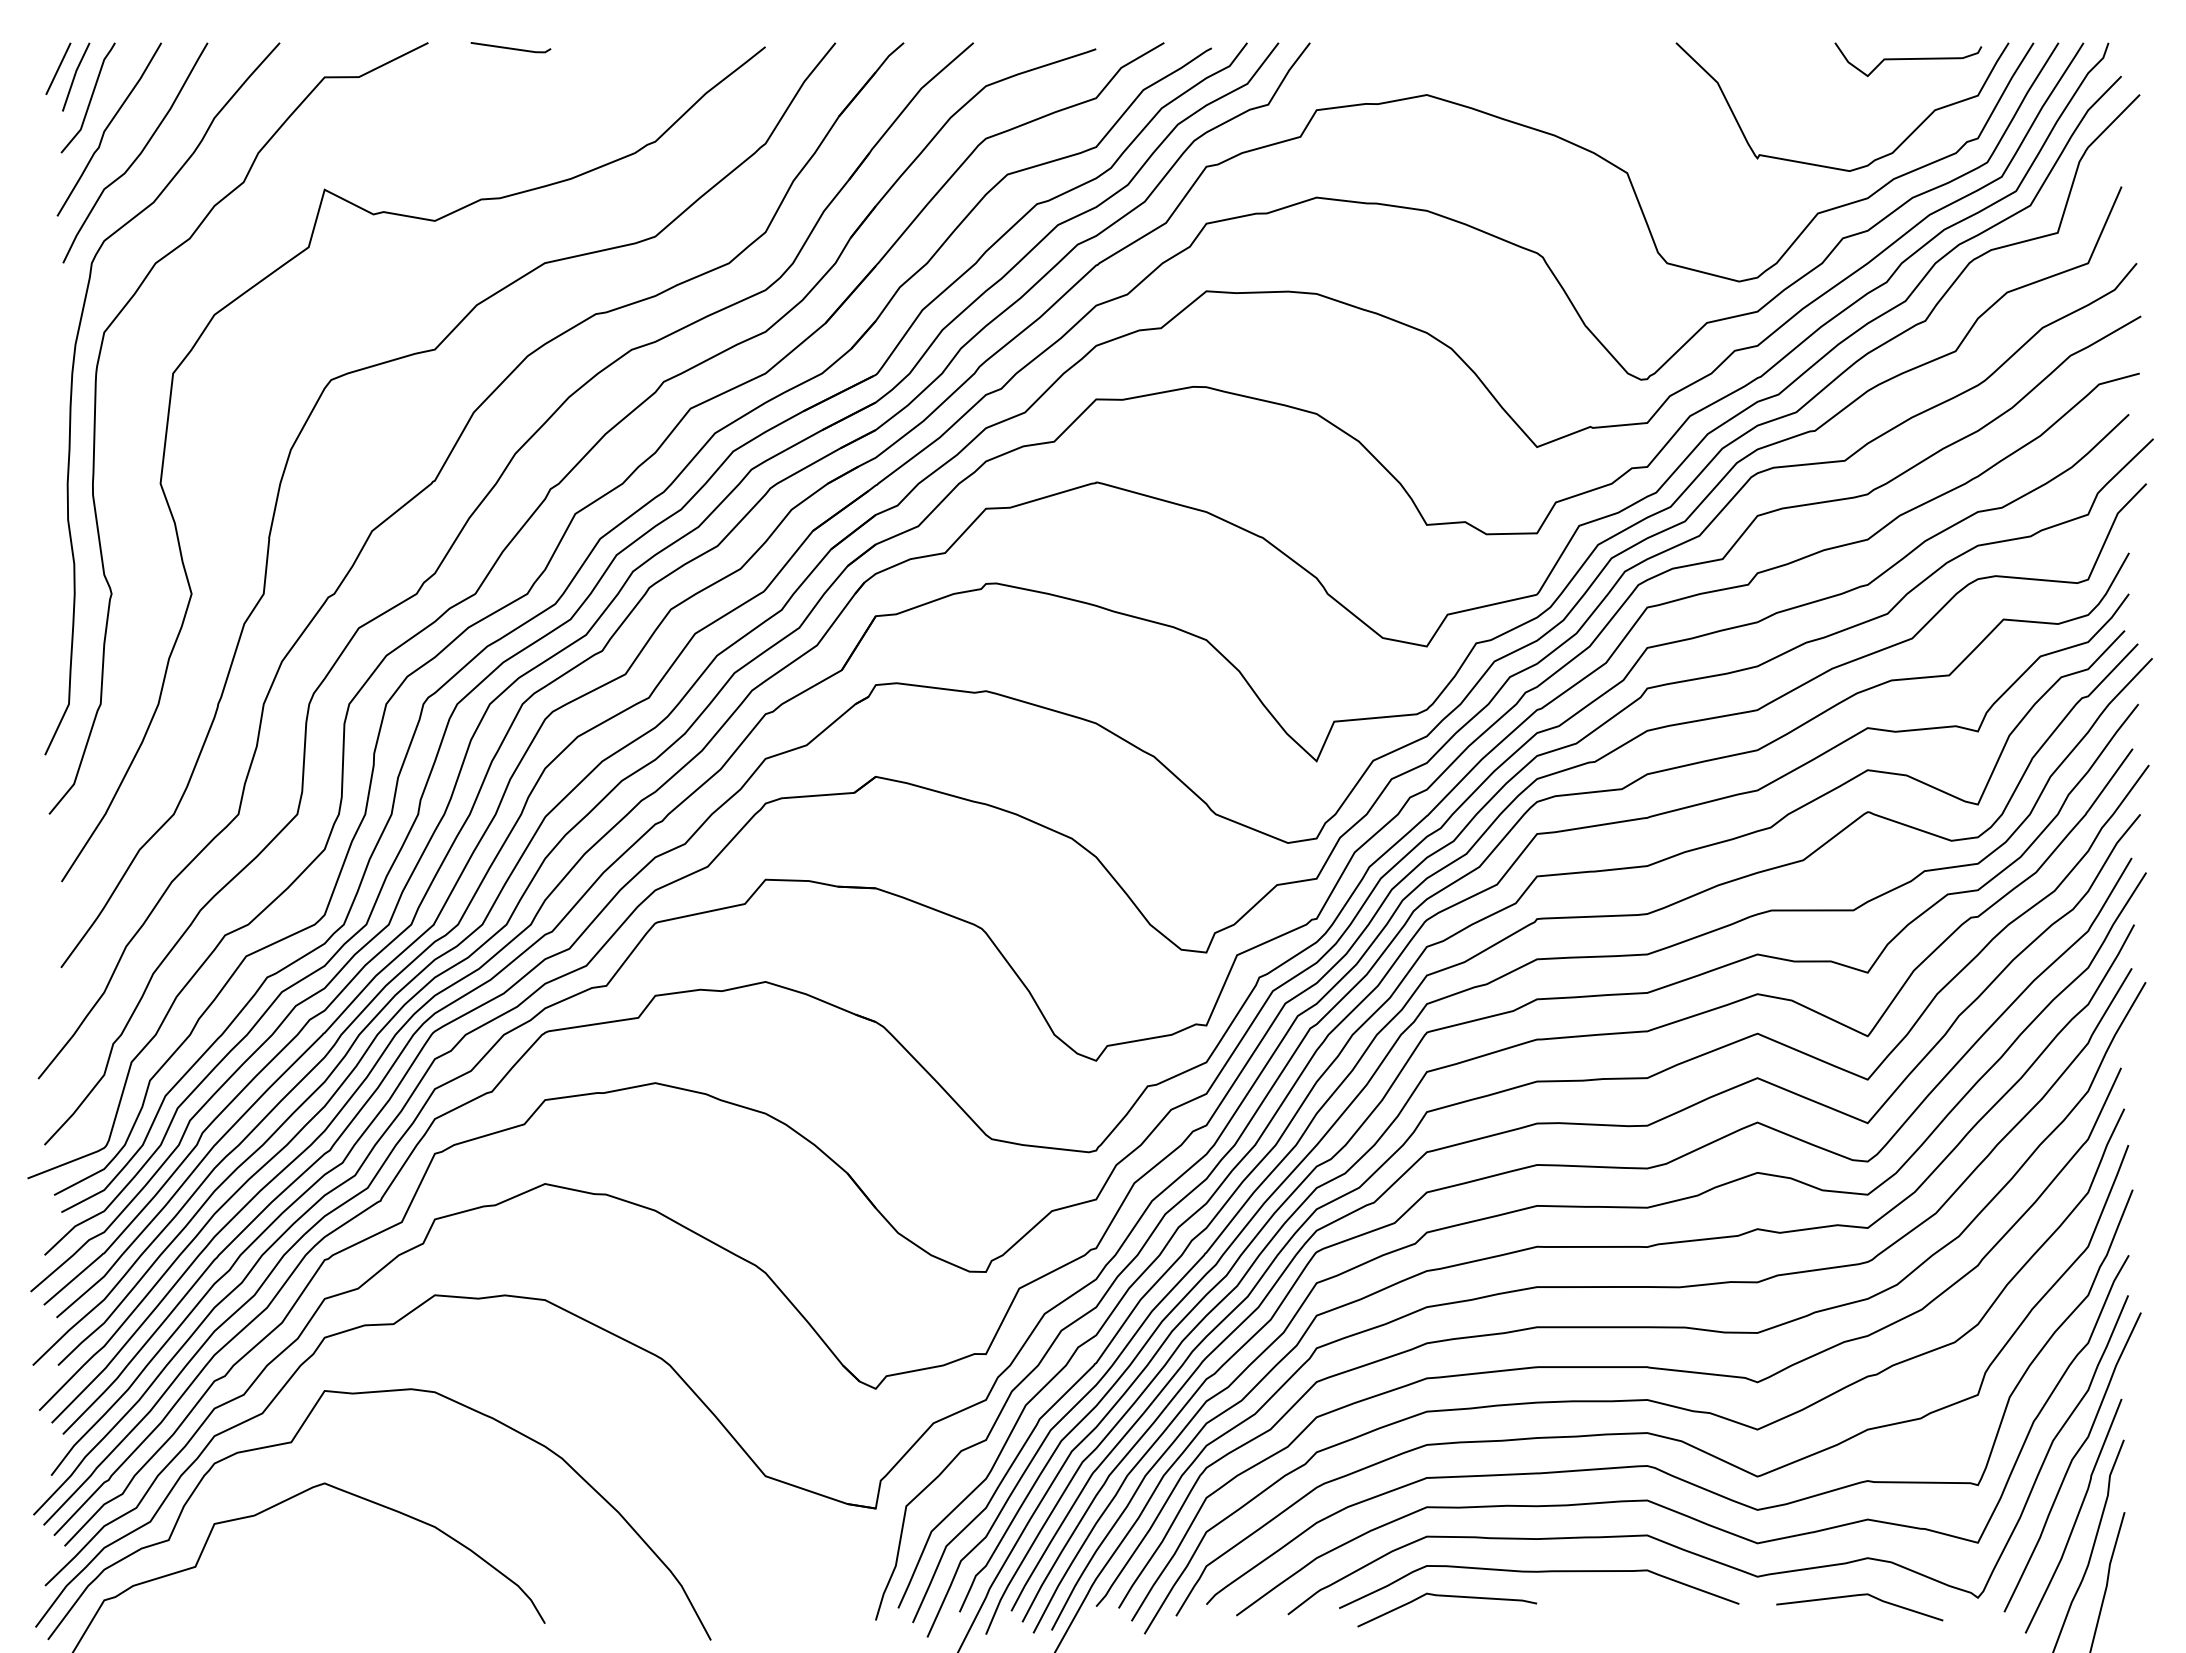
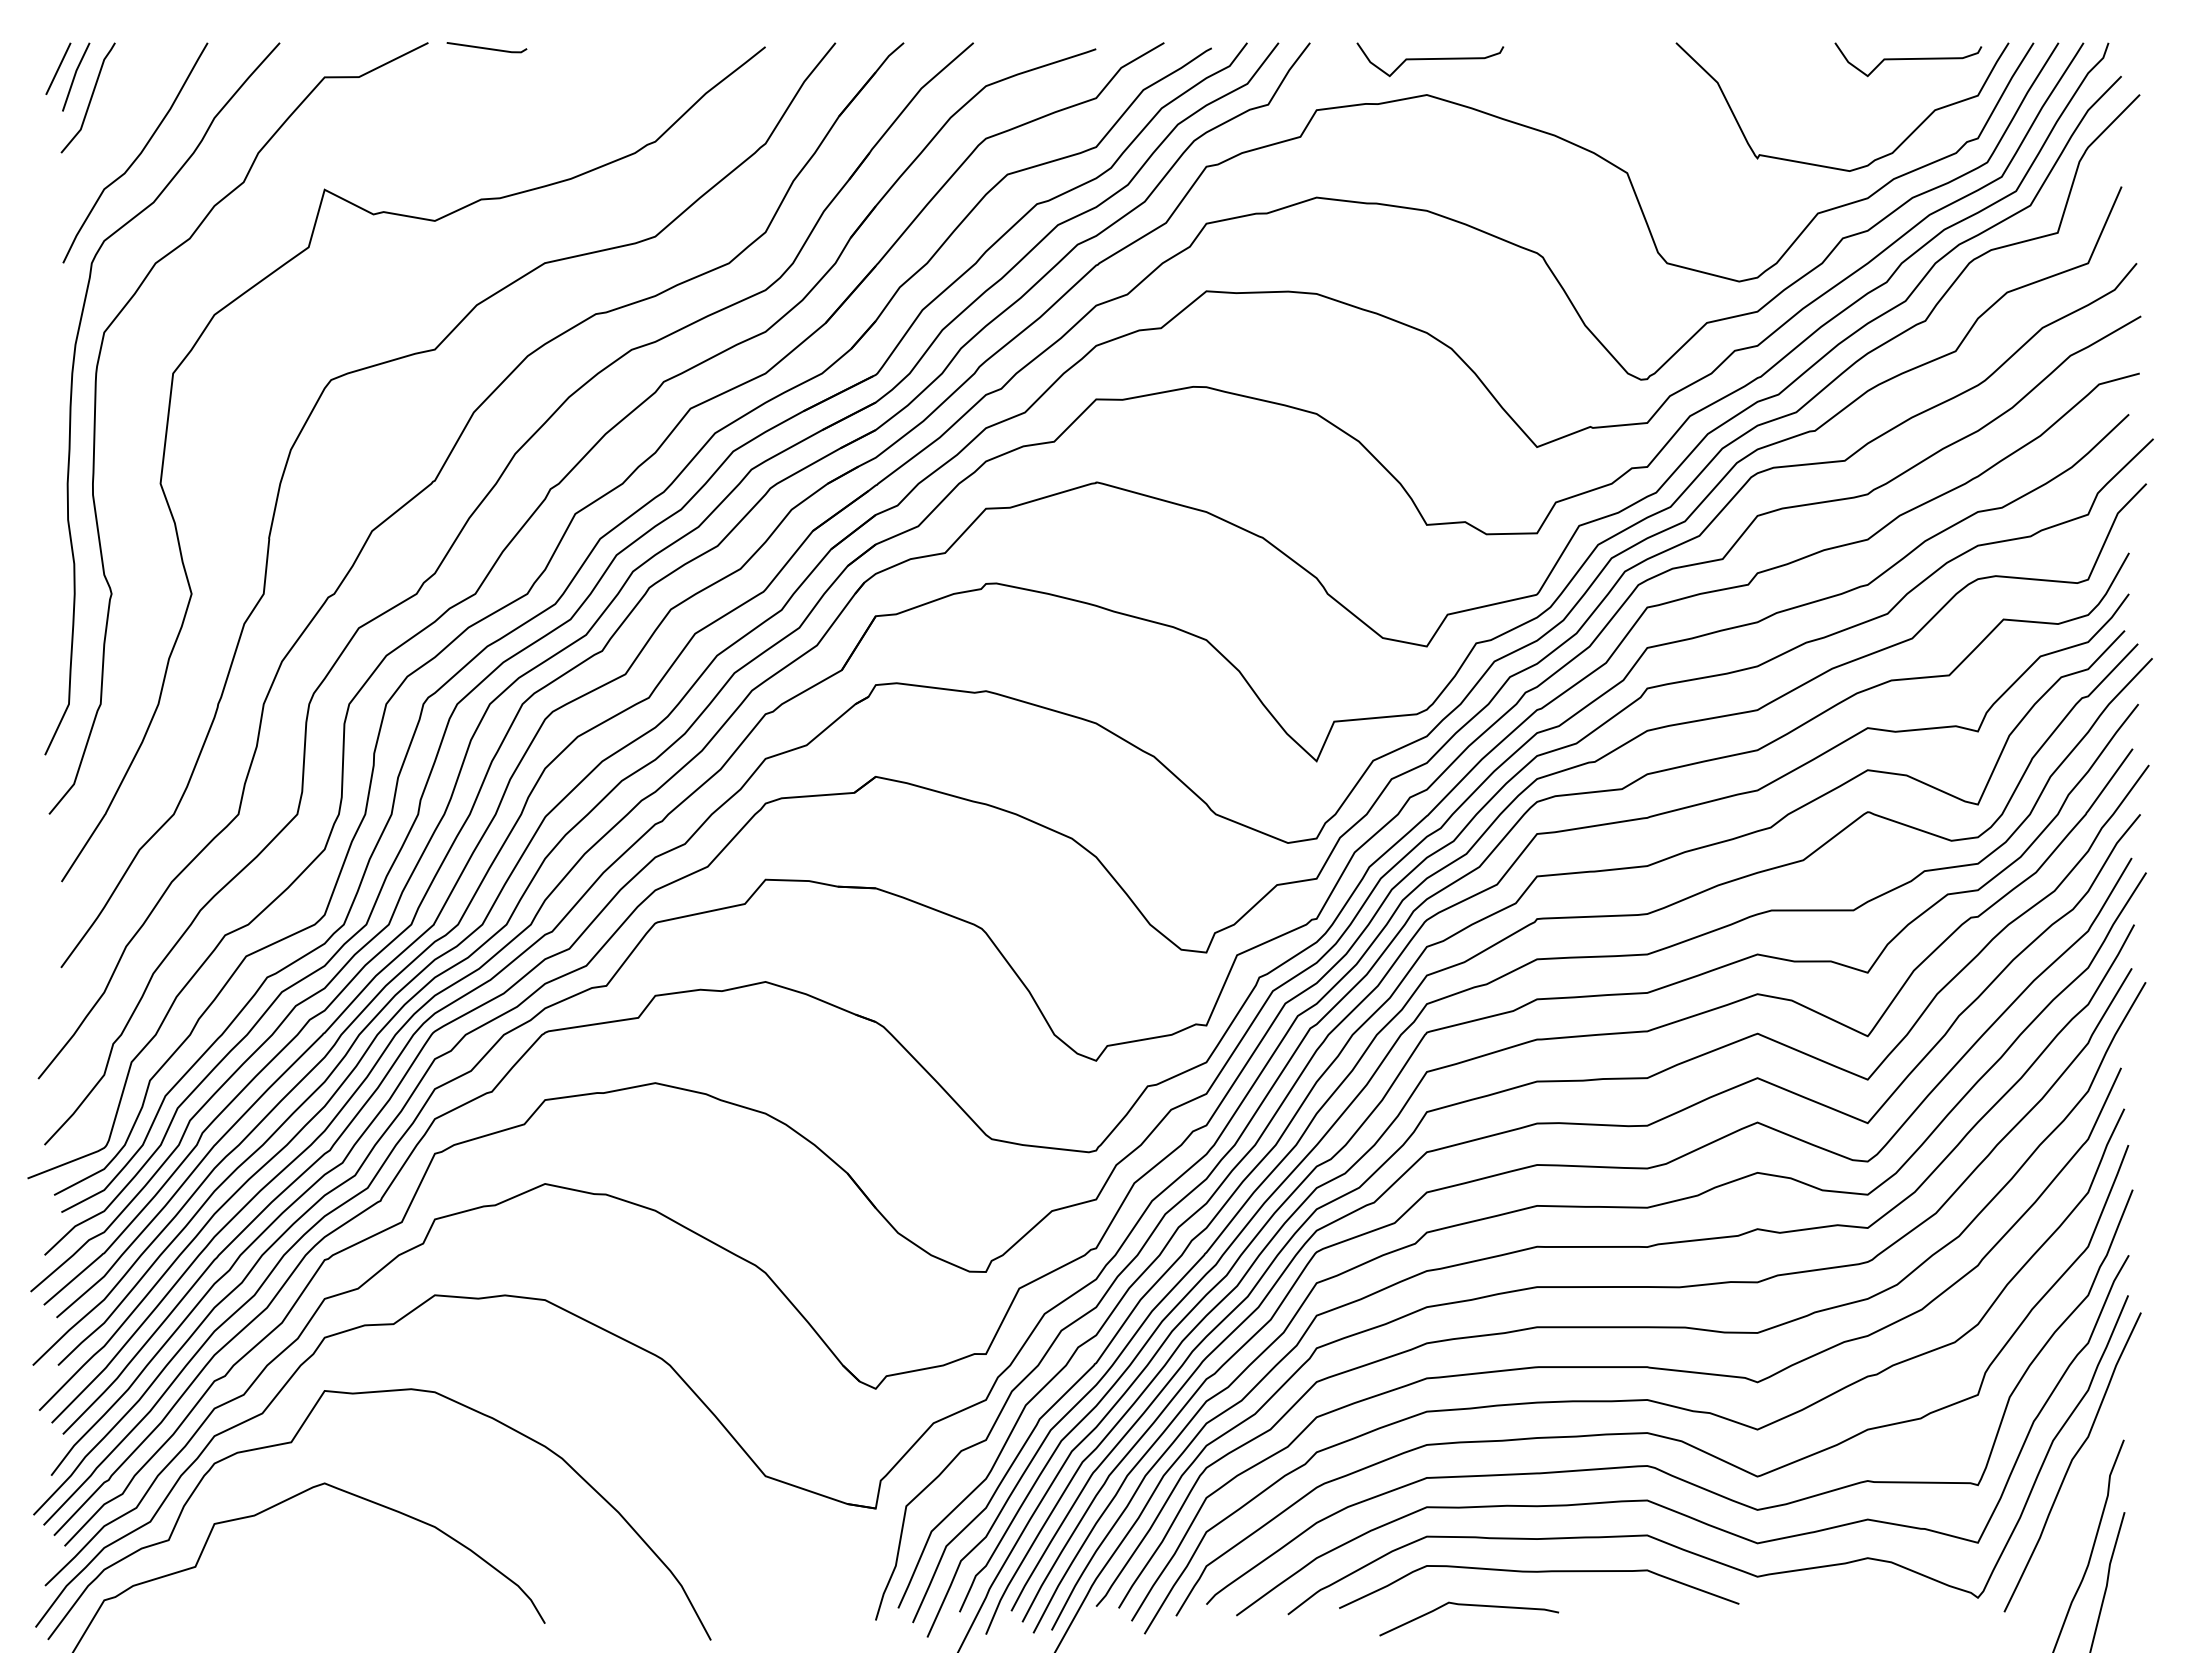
line at (510, 47) position: (510, 47) -> (486, 47)
curve at (1430, 59): none -> present
curve at (107, 128): present -> none
curve at (2075, 1518): present -> none
line at (1857, 1596): present -> none
curve at (1451, 1597) position: (1451, 1597) -> (1473, 1606)
